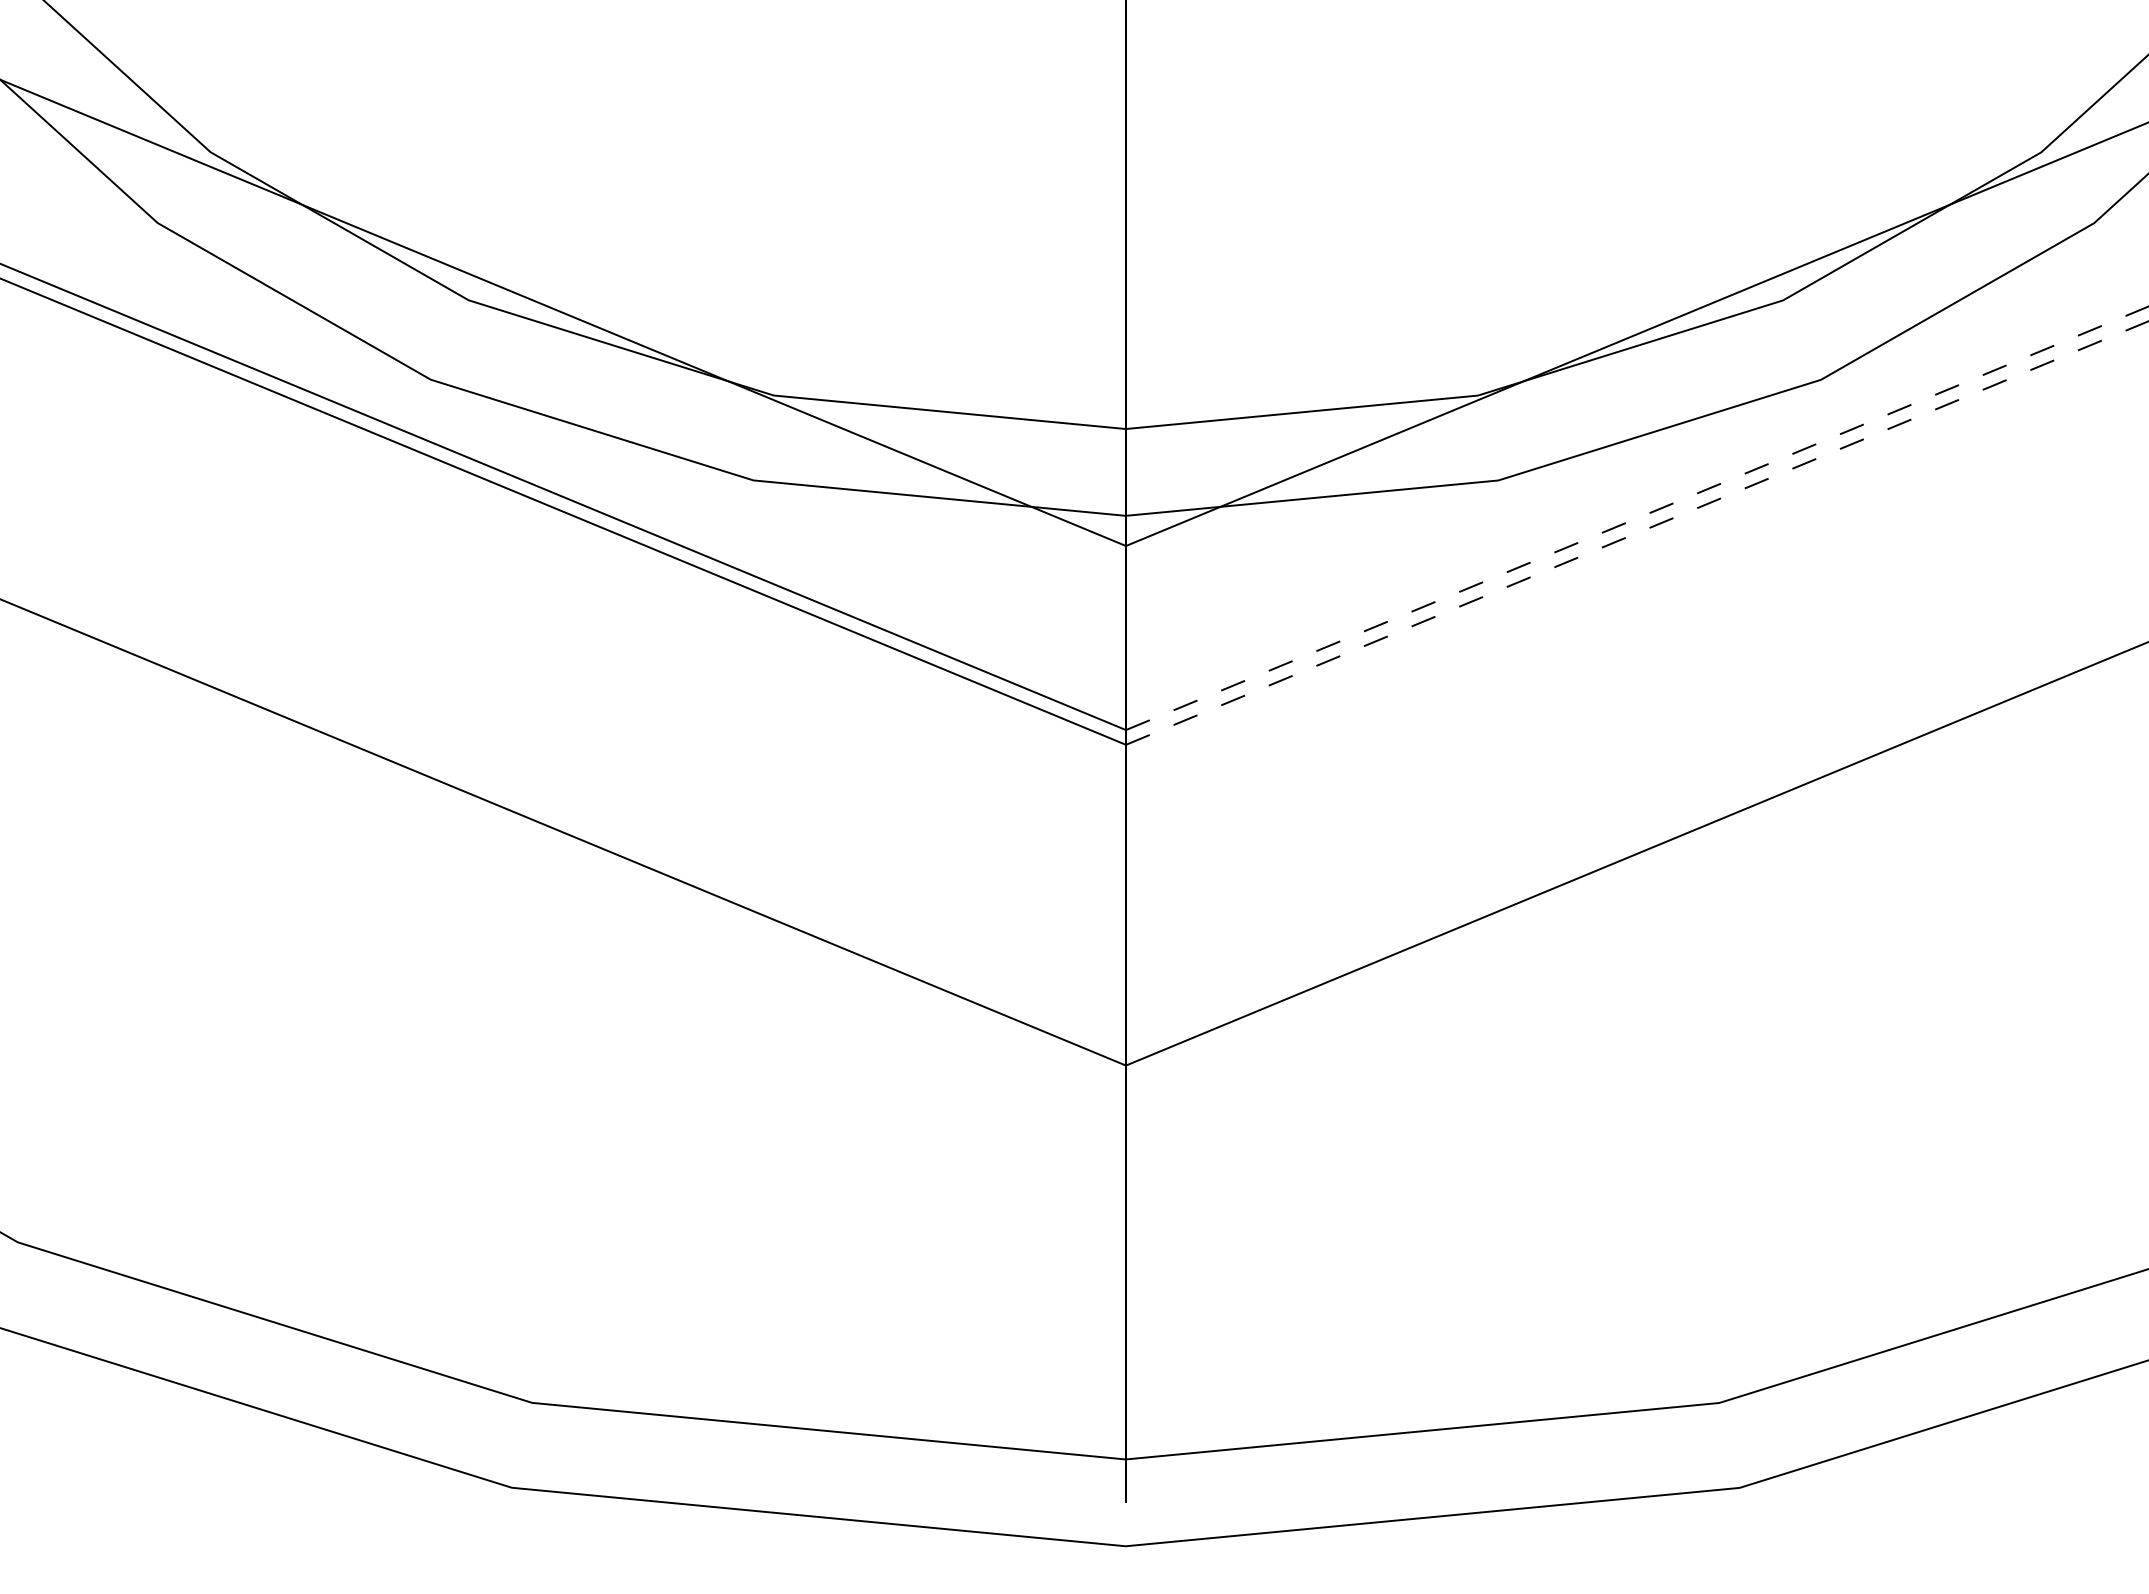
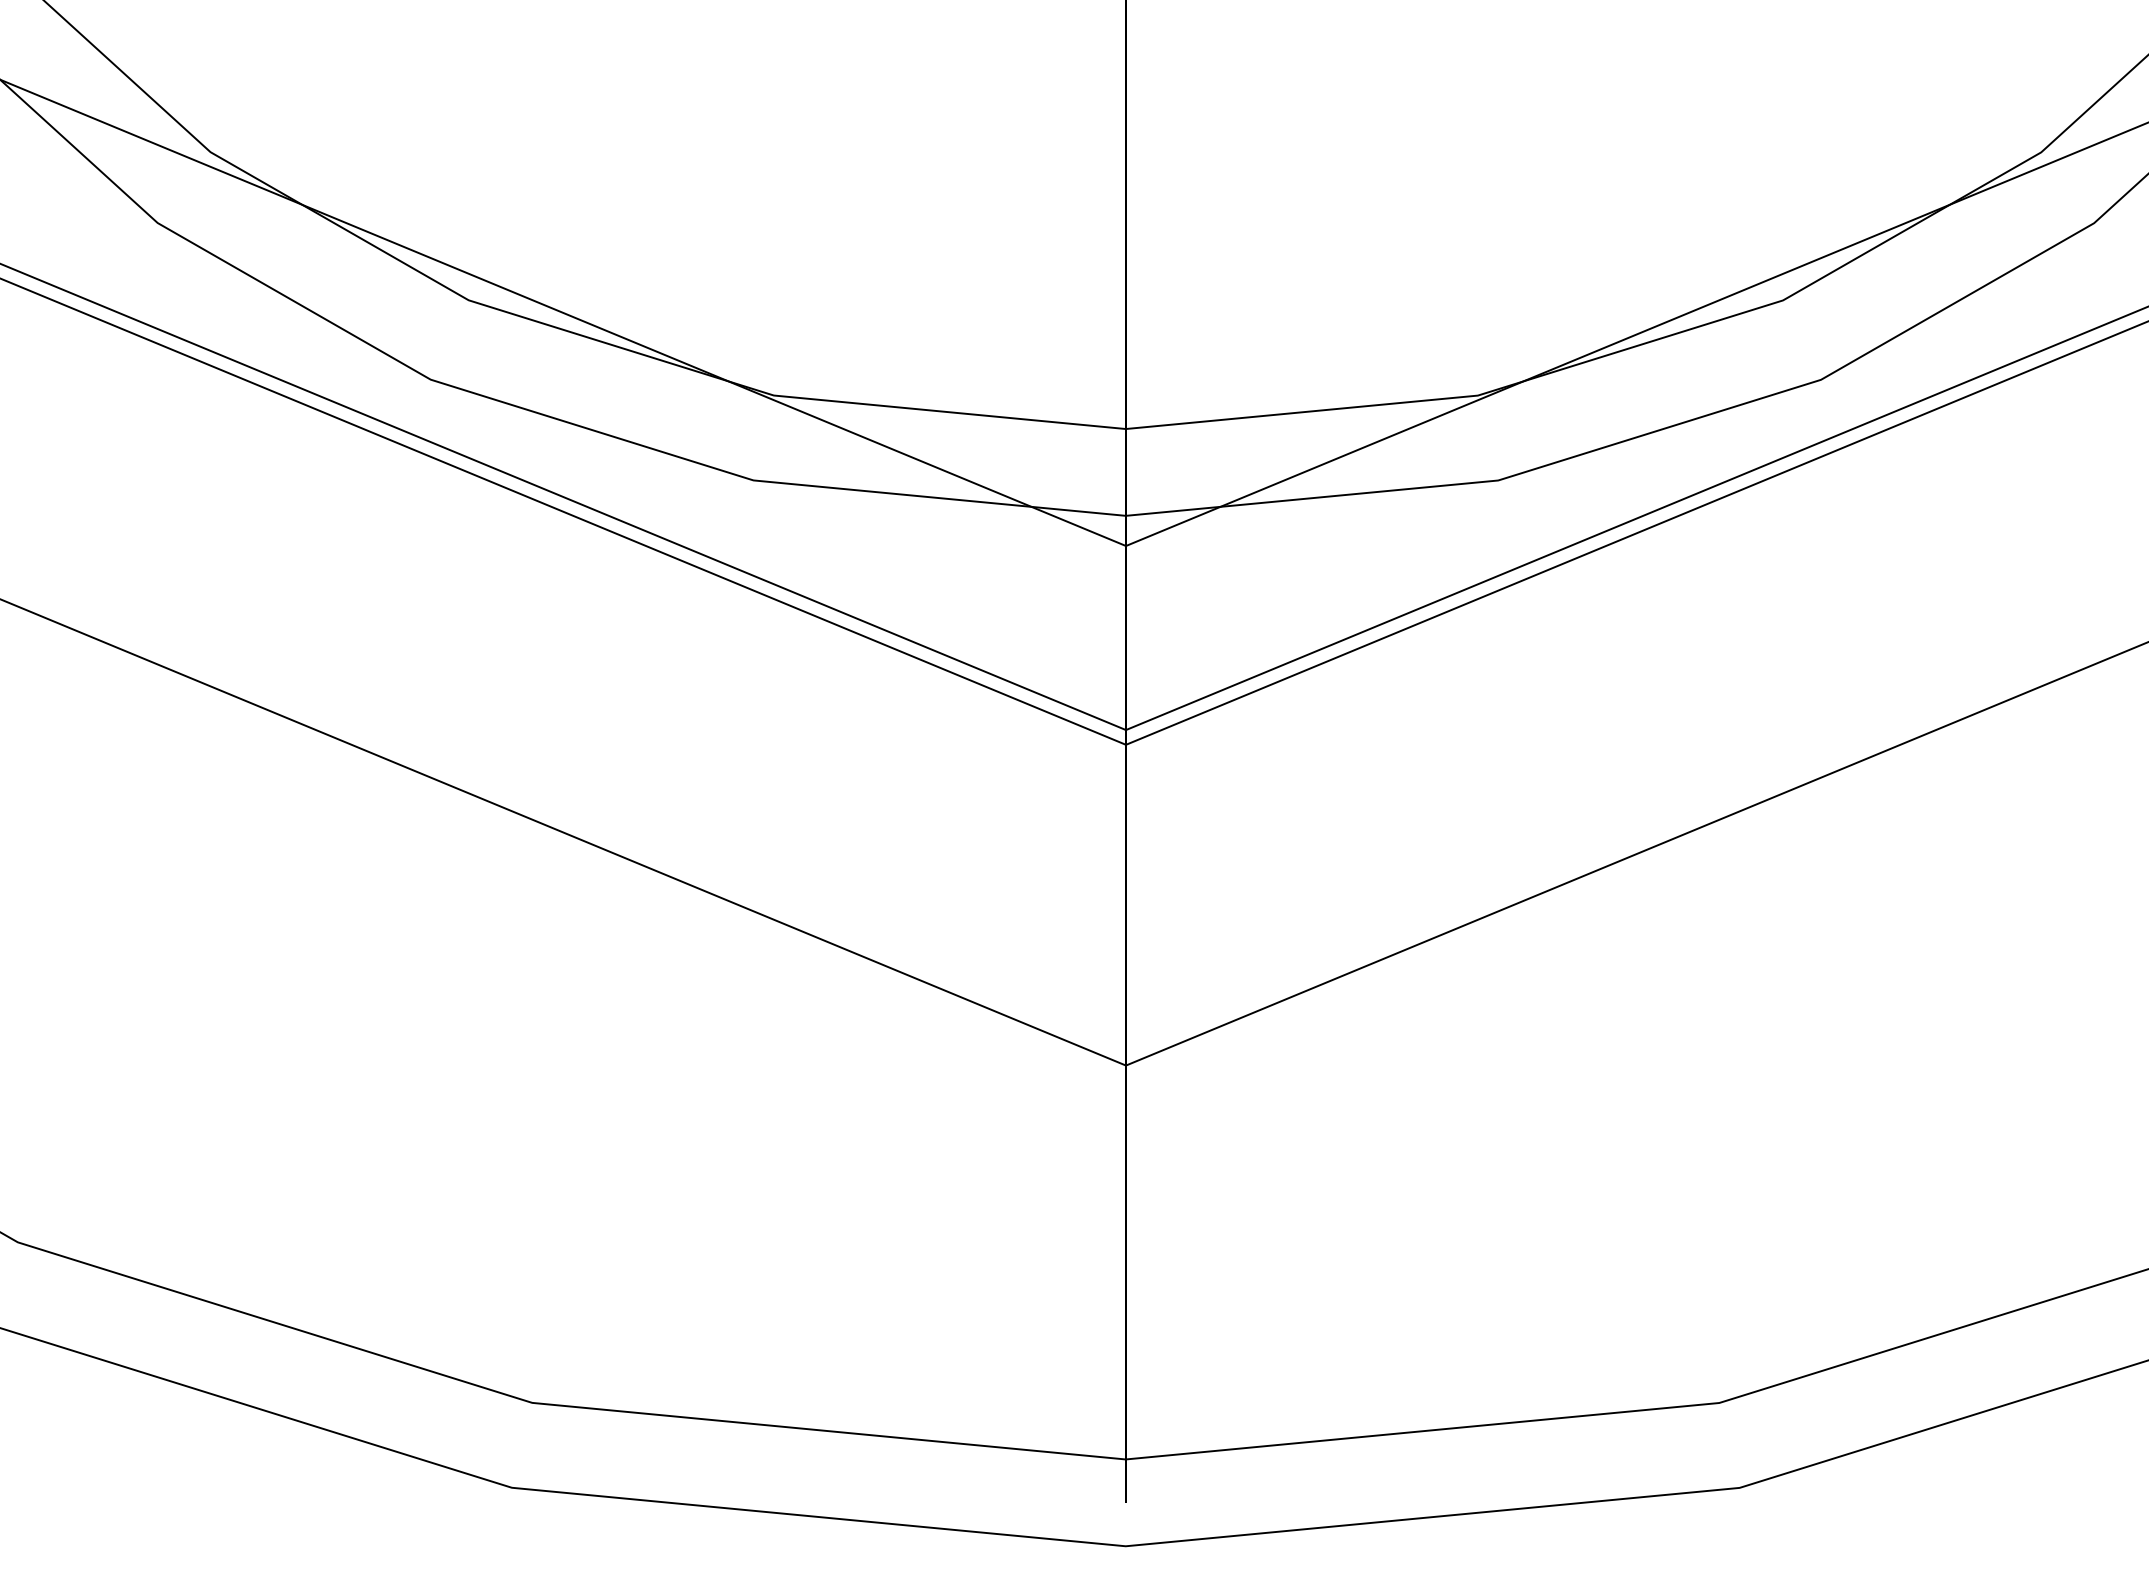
line at (1637, 518): dashed -> solid
line at (1637, 532): dashed -> solid
